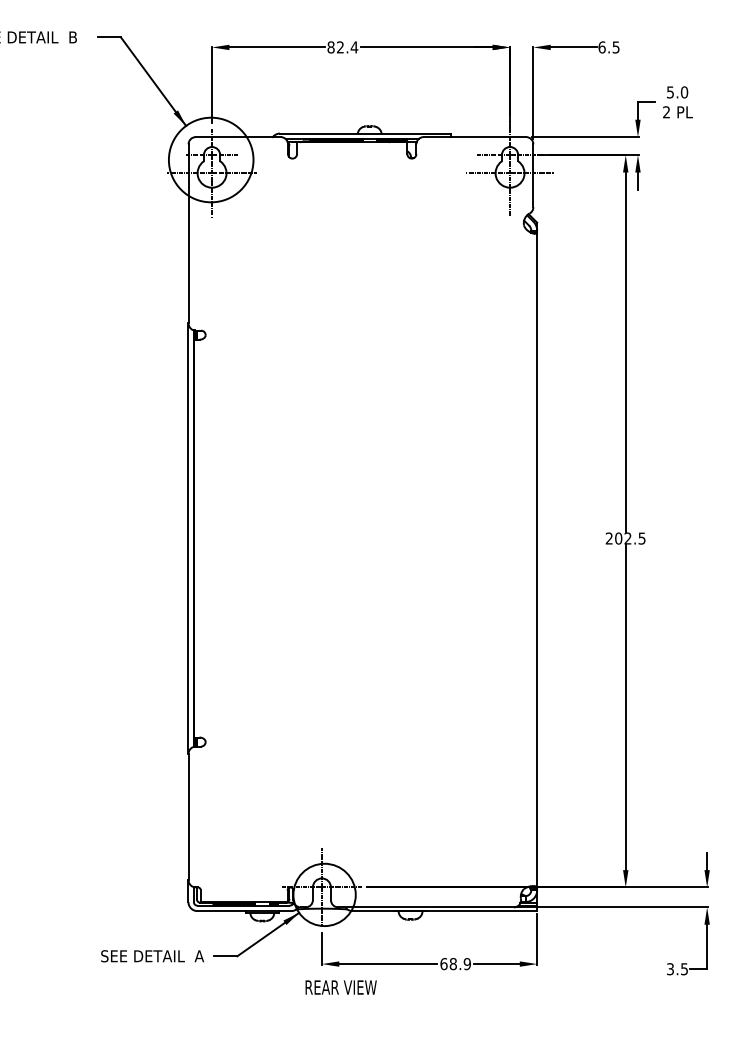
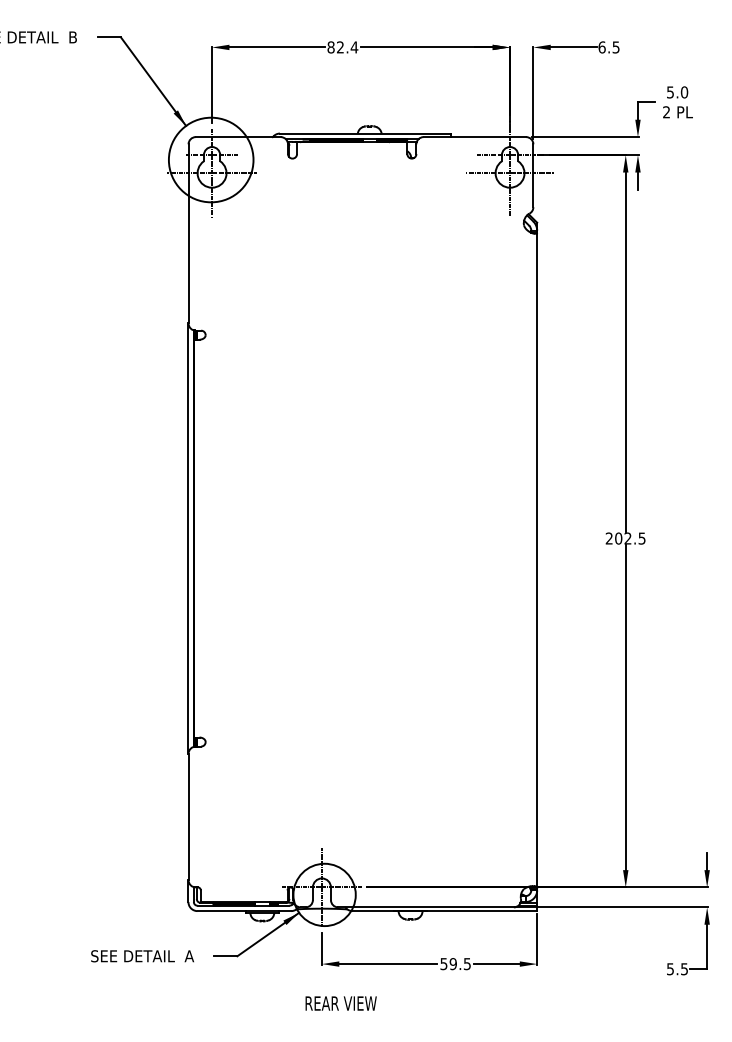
text at (152, 956) position: (152, 956) -> (142, 956)
text at (455, 964): 68.9 -> 59.5
text at (670, 968): 3.5 -> 5.5
text at (340, 987) position: (340, 987) -> (340, 1003)
